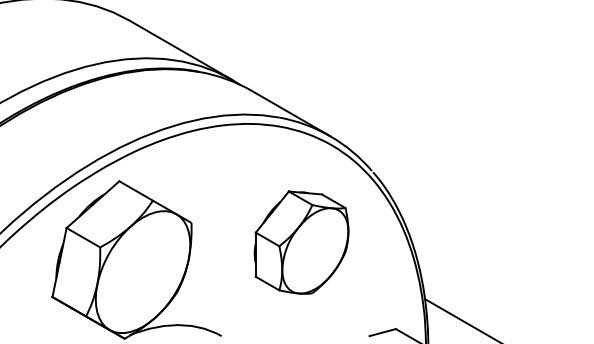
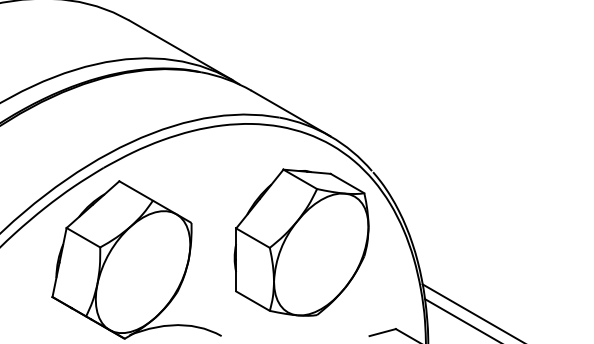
part at (301, 242) size: 97x105 px -> 137x149 px
line at (471, 312): none -> present
